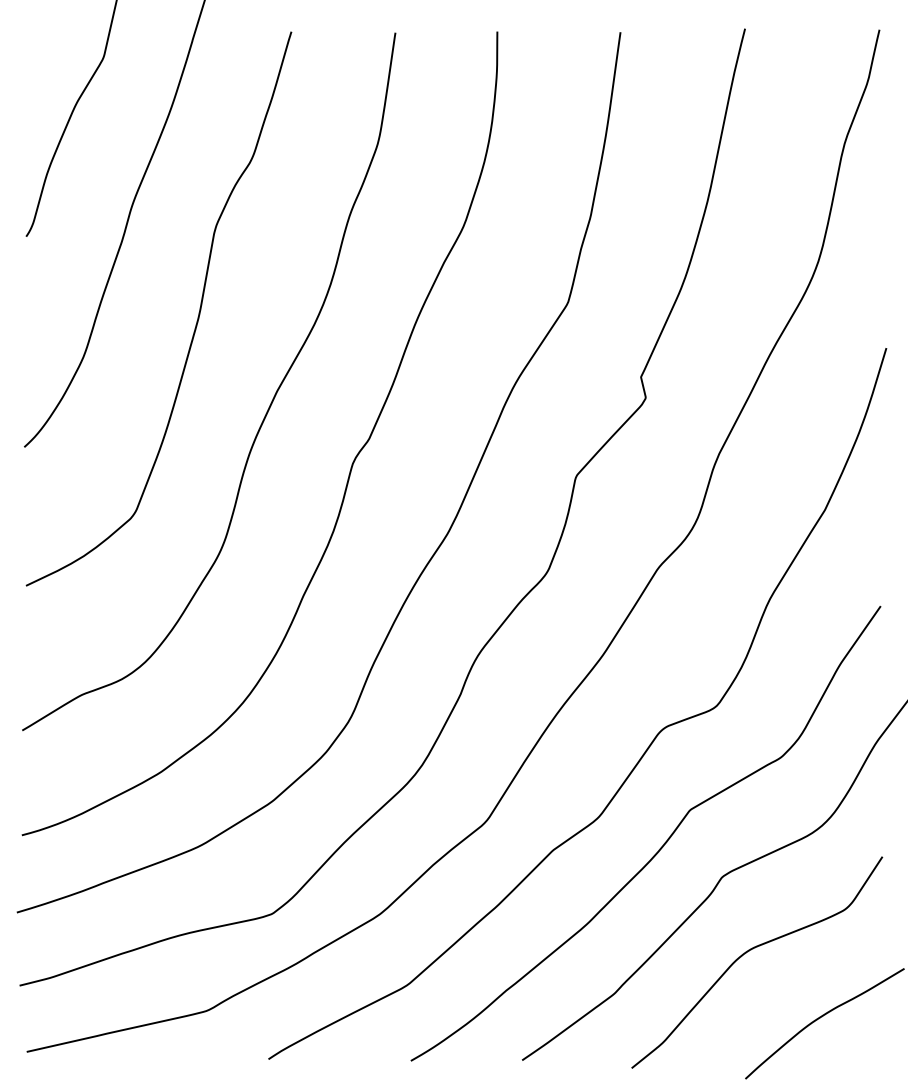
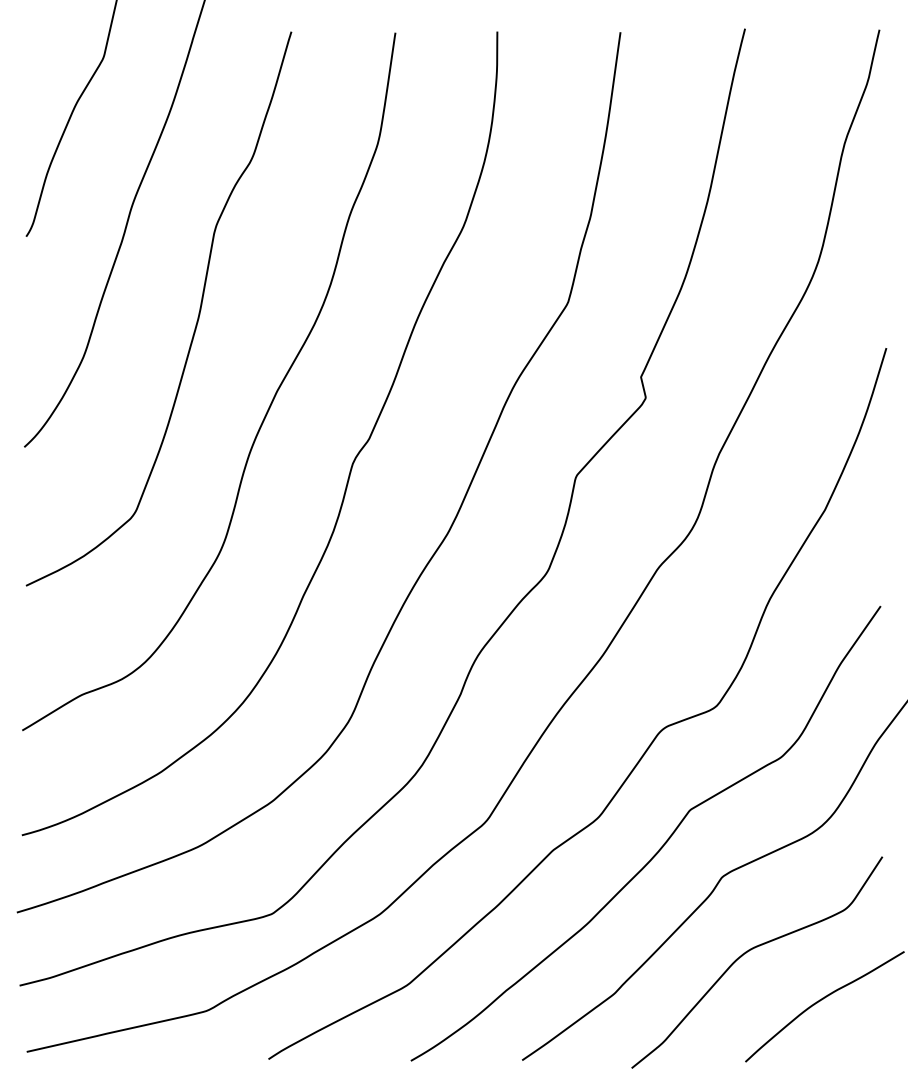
curve at (822, 1017) position: (822, 1017) -> (822, 1000)
